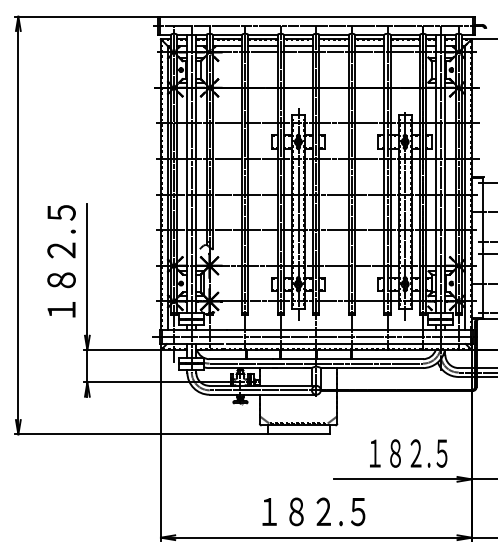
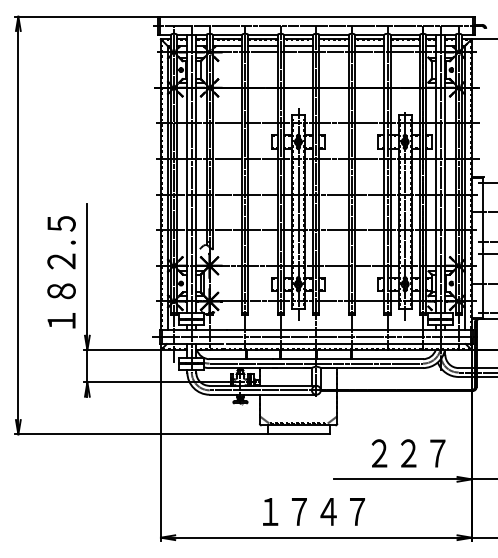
text at (61, 261) position: (61, 261) -> (61, 272)
text at (408, 453): １８２.５ -> ２２７
text at (313, 511): １８２.５ -> １７４７
